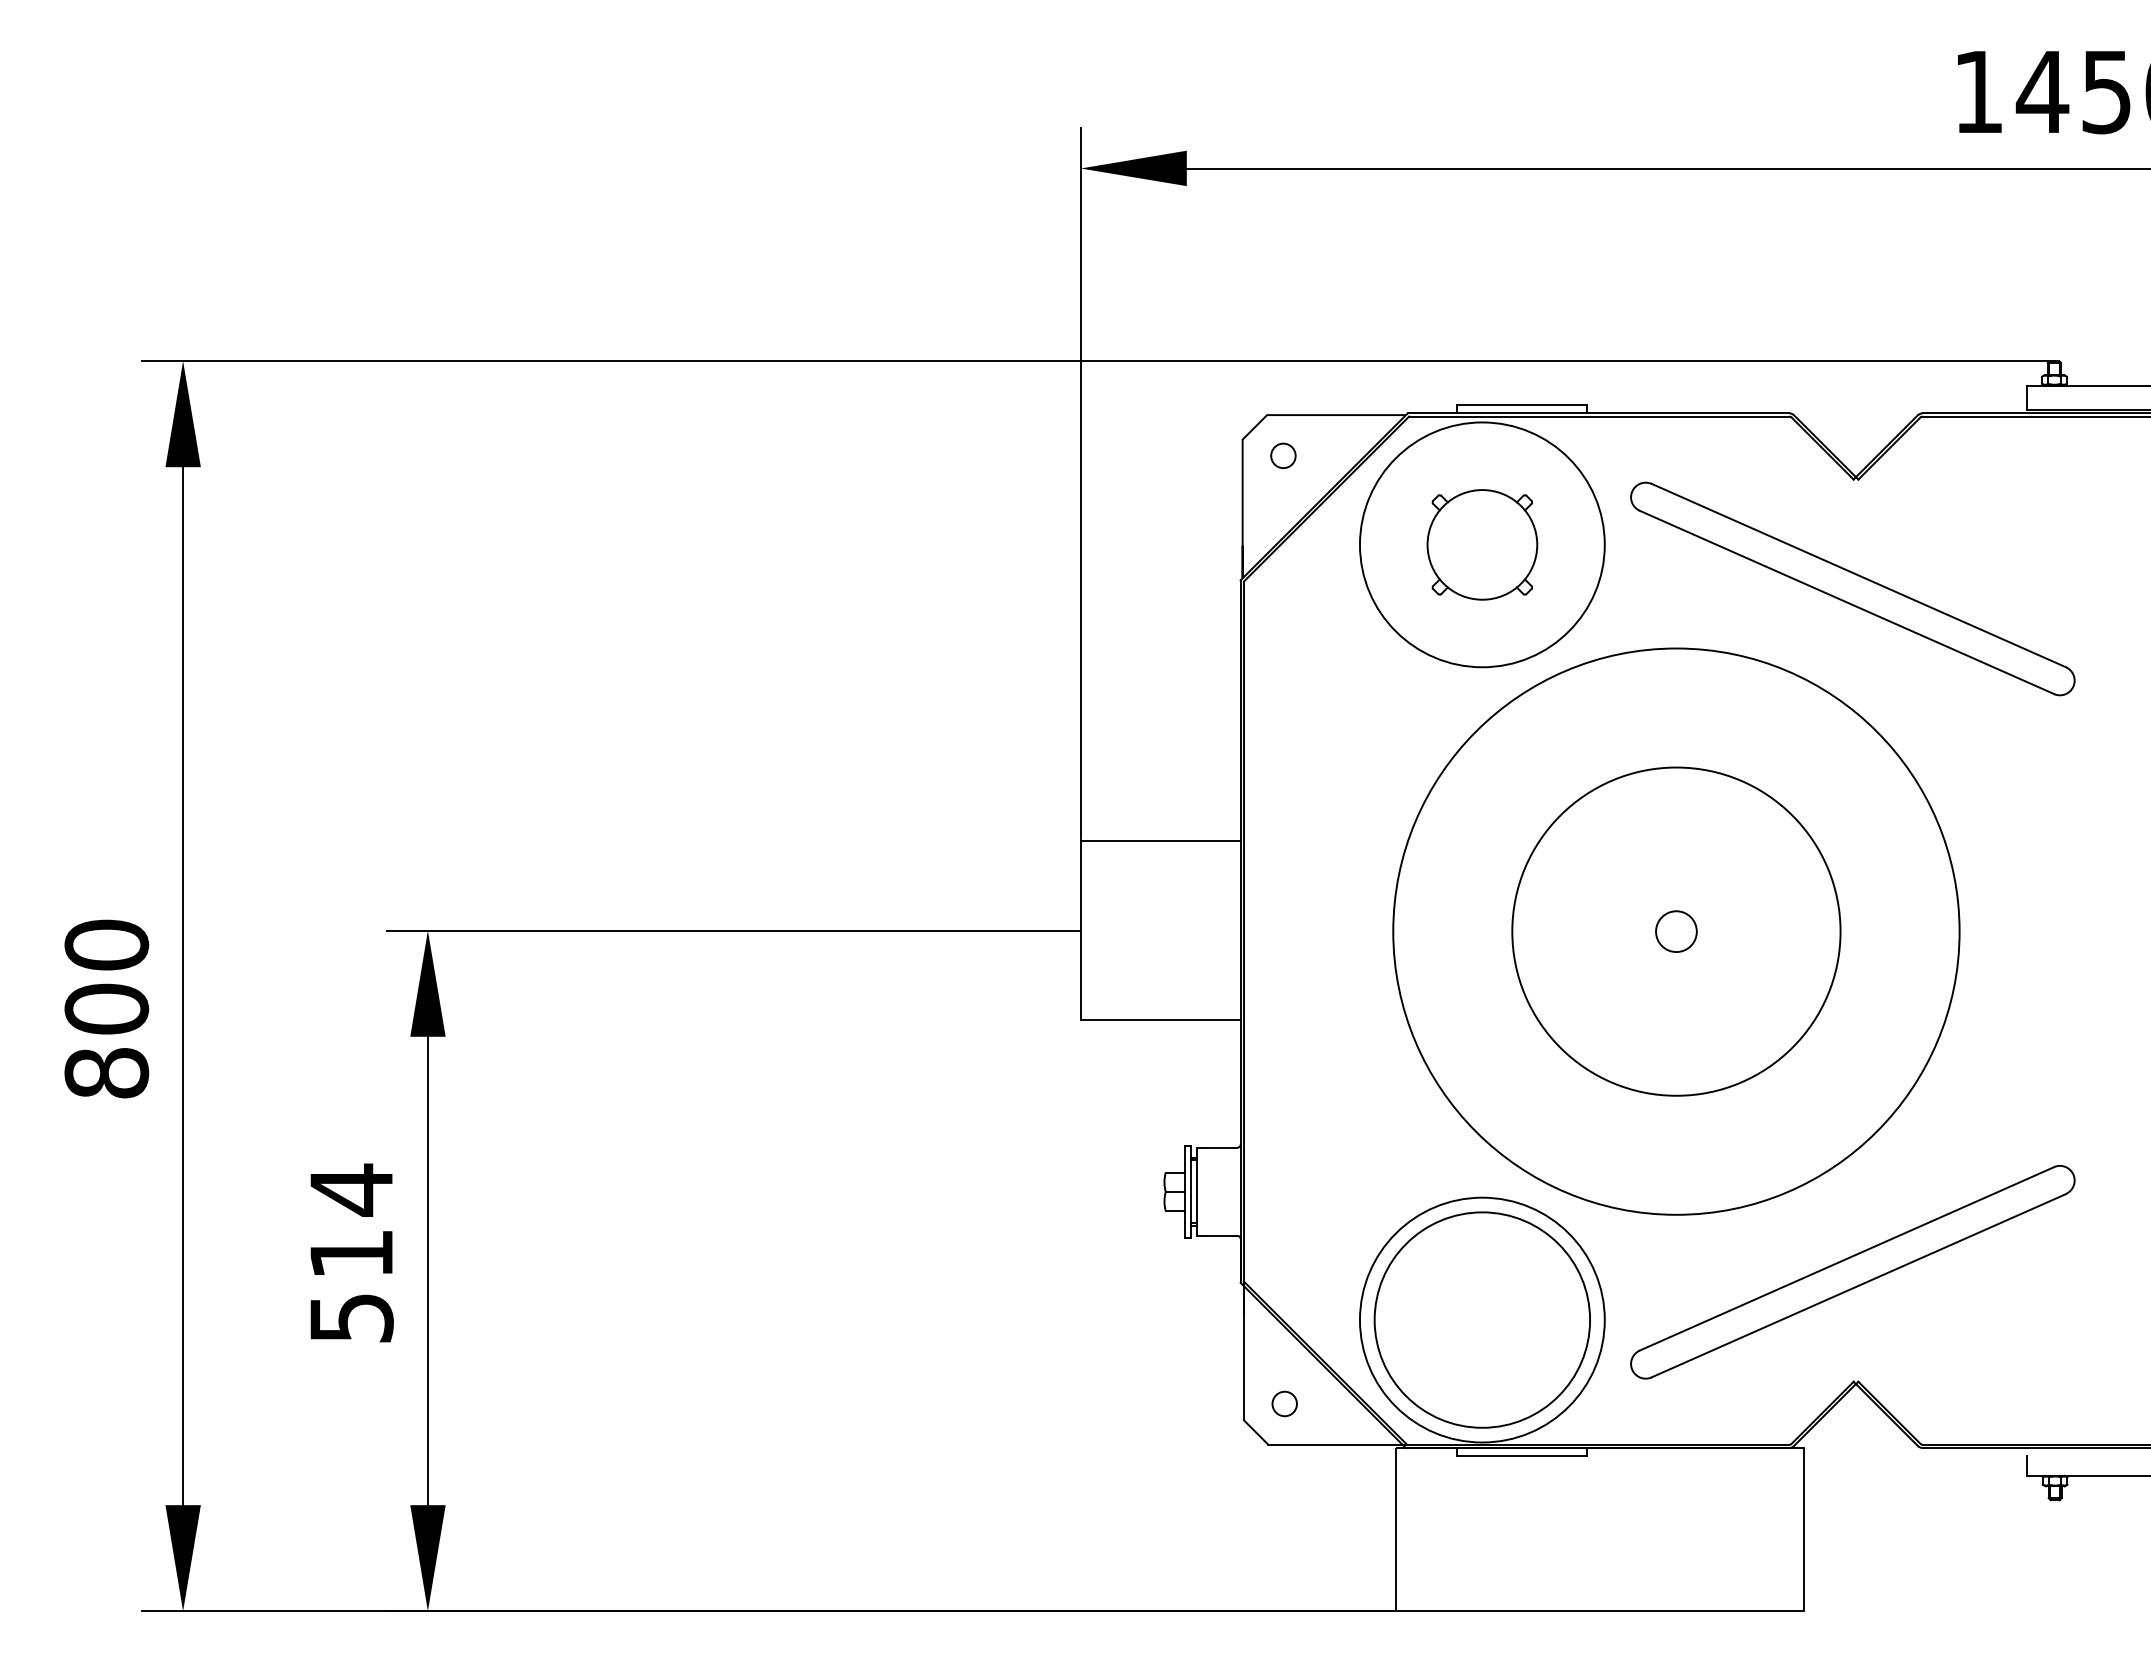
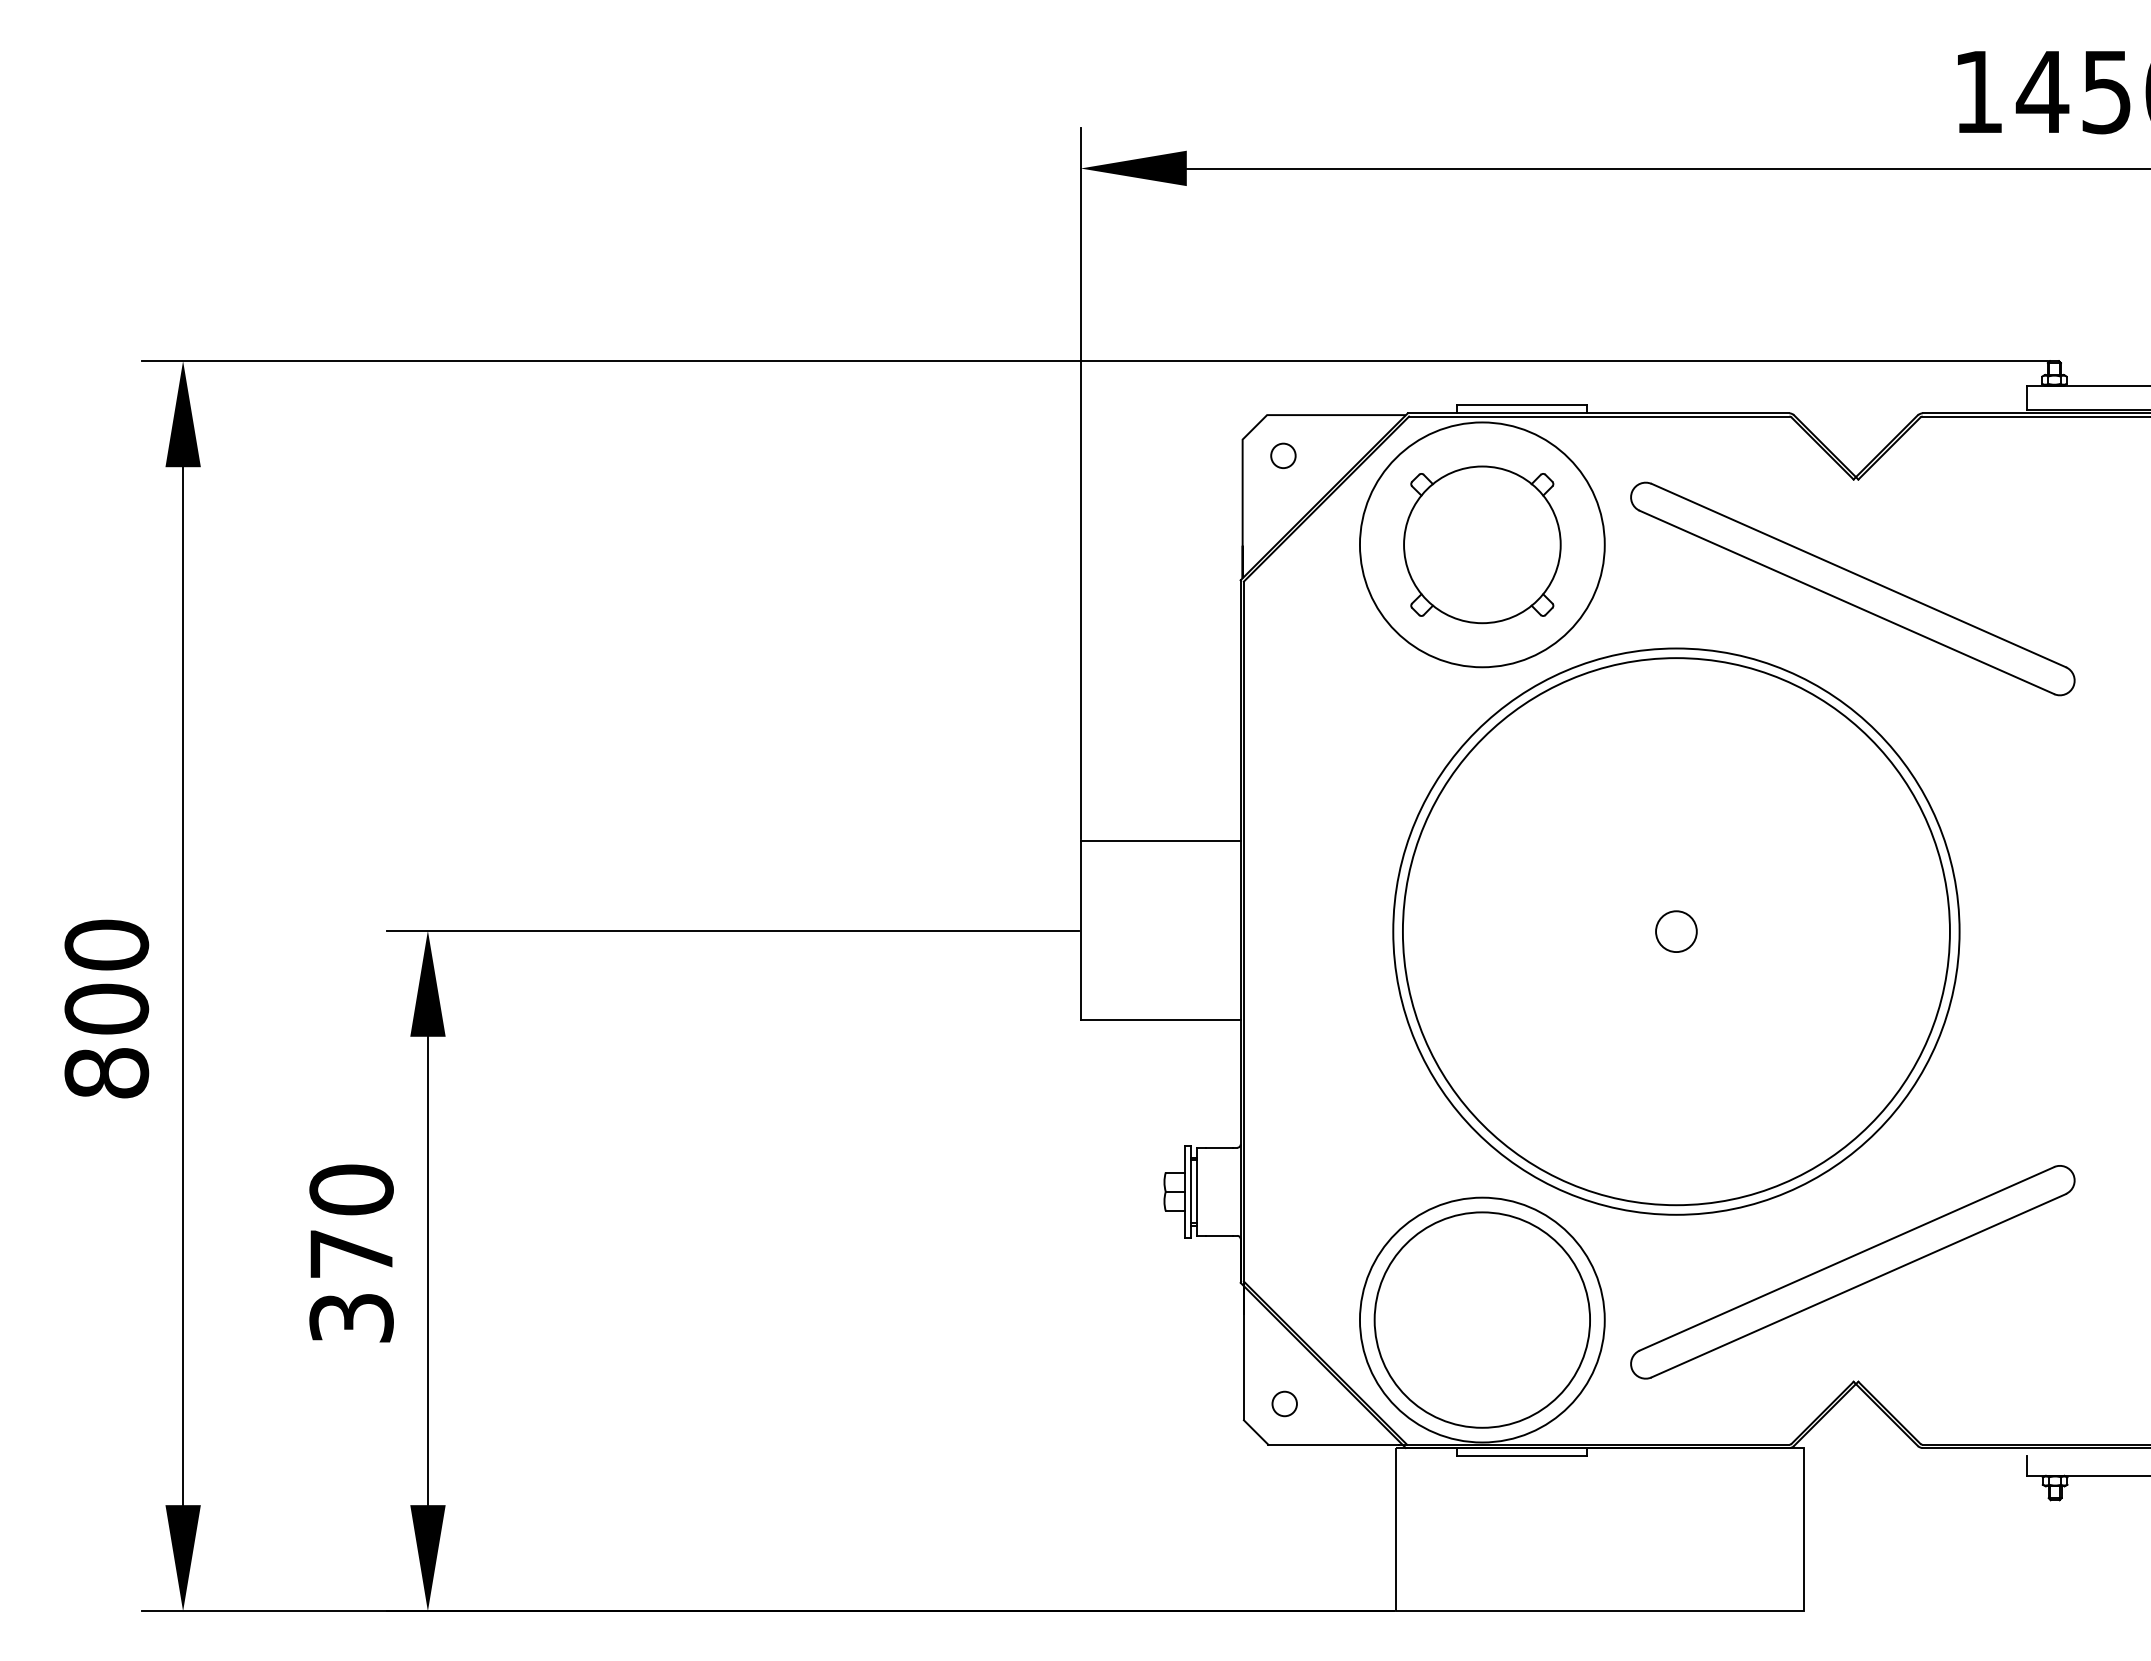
part at (1482, 544) size: 113x112 px -> 159x160 px
circle at (1676, 931) diameter: 328 px -> 547 px
text at (351, 1252): 514 -> 370
